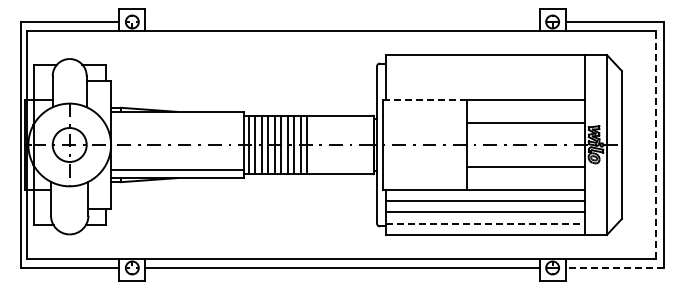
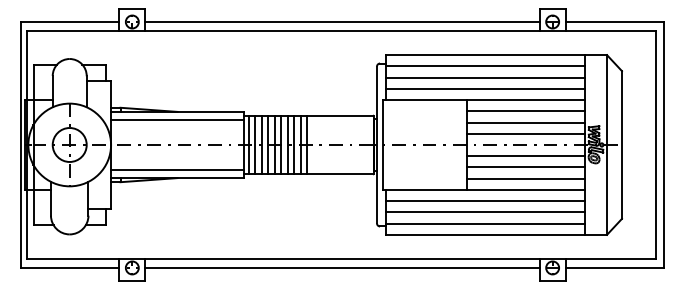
line at (342, 22): none -> present
line at (485, 66): none -> present
line at (485, 77): none -> present
line at (485, 88): none -> present
line at (425, 100): dashed -> solid
line at (525, 111): none -> present
line at (177, 120): none -> present
line at (525, 133): none -> present
line at (655, 144): dashed -> solid
line at (525, 156): none -> present
line at (525, 178): none -> present
line at (486, 223): dashed -> solid
line at (614, 267): dashed -> solid
